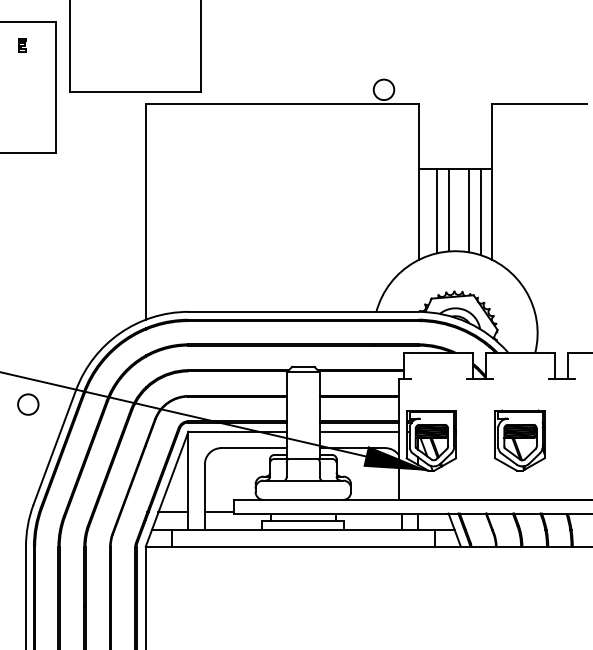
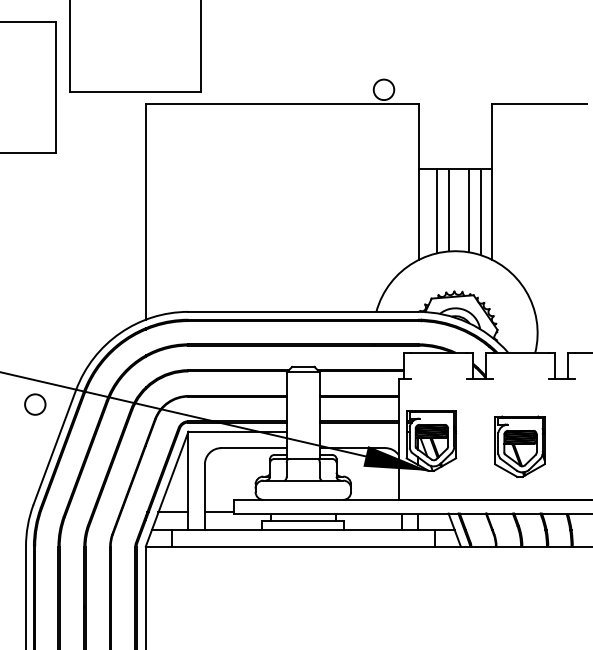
part at (22, 45): present -> none
circle at (28, 404) position: (28, 404) -> (35, 404)
line at (358, 431): present -> none
part at (519, 440) position: (519, 440) -> (519, 446)
